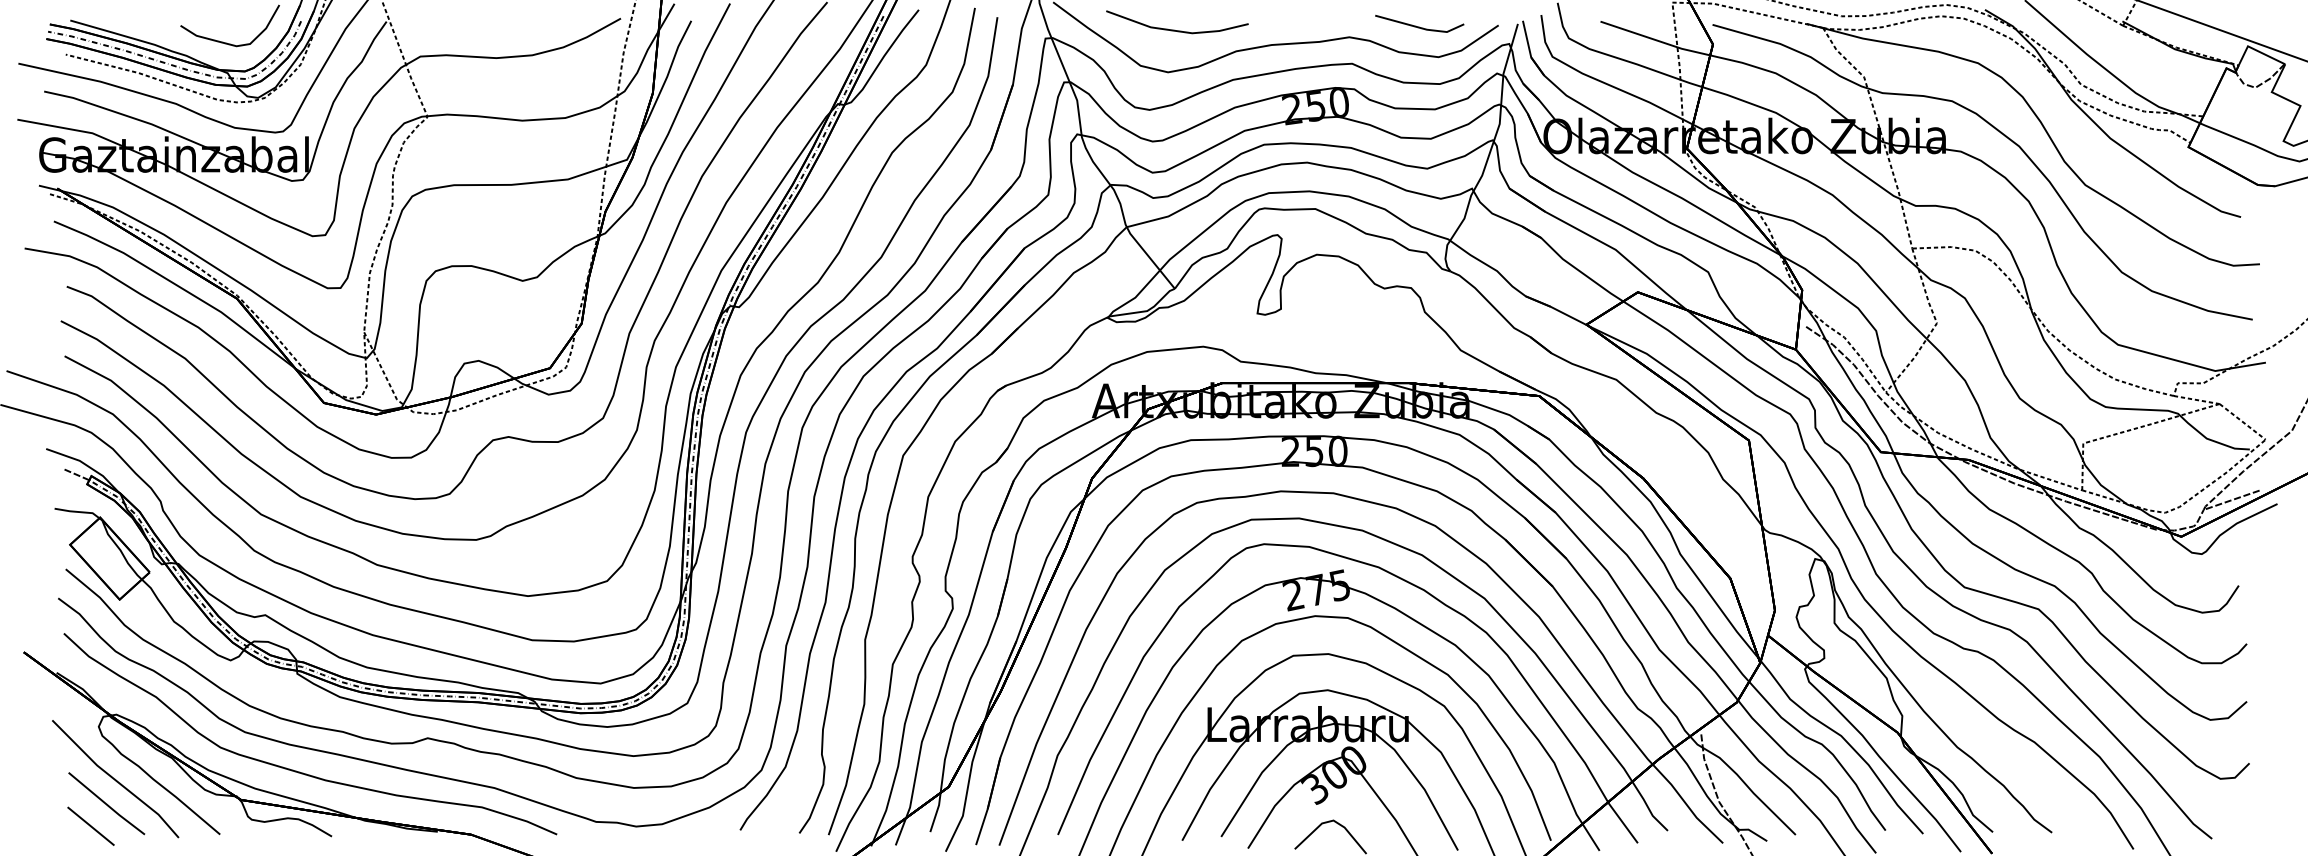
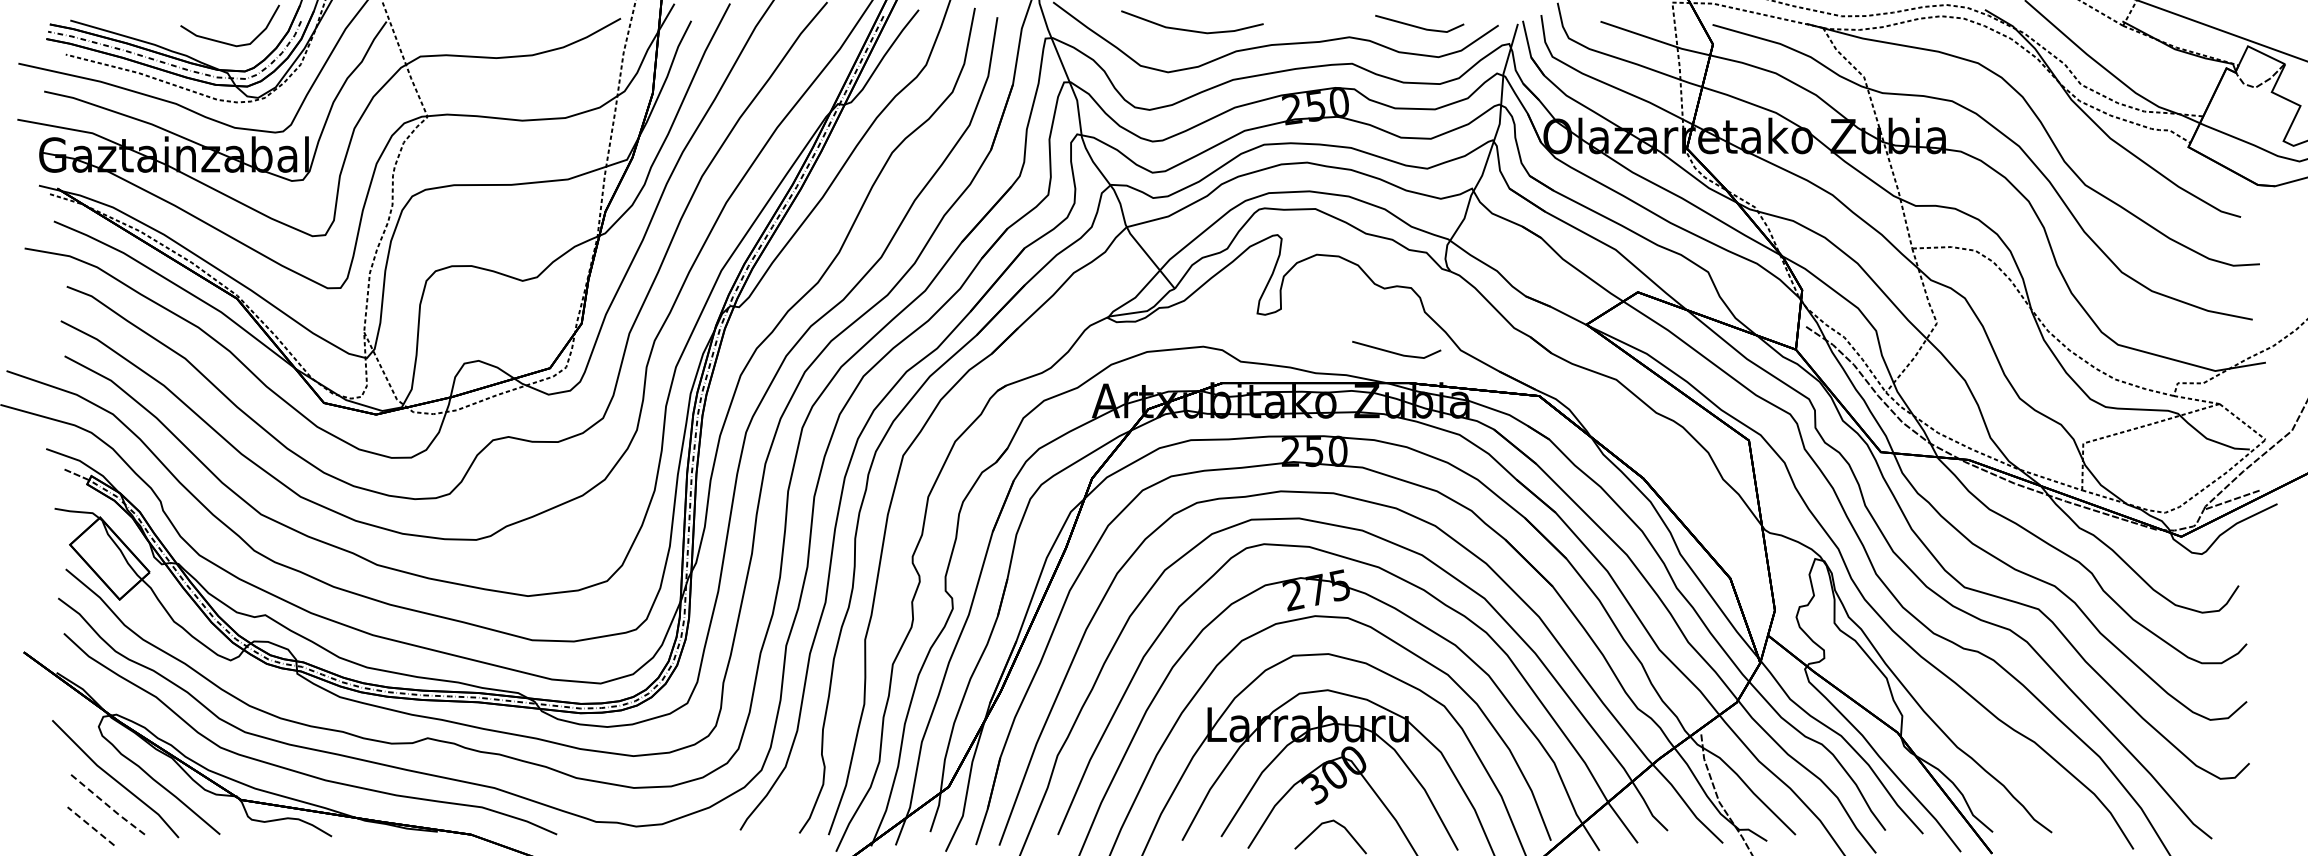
line at (1174, 29) position: (1174, 29) -> (1189, 29)
line at (1396, 352): none -> present
line at (106, 804): solid -> dashed
line at (90, 826): solid -> dashed
